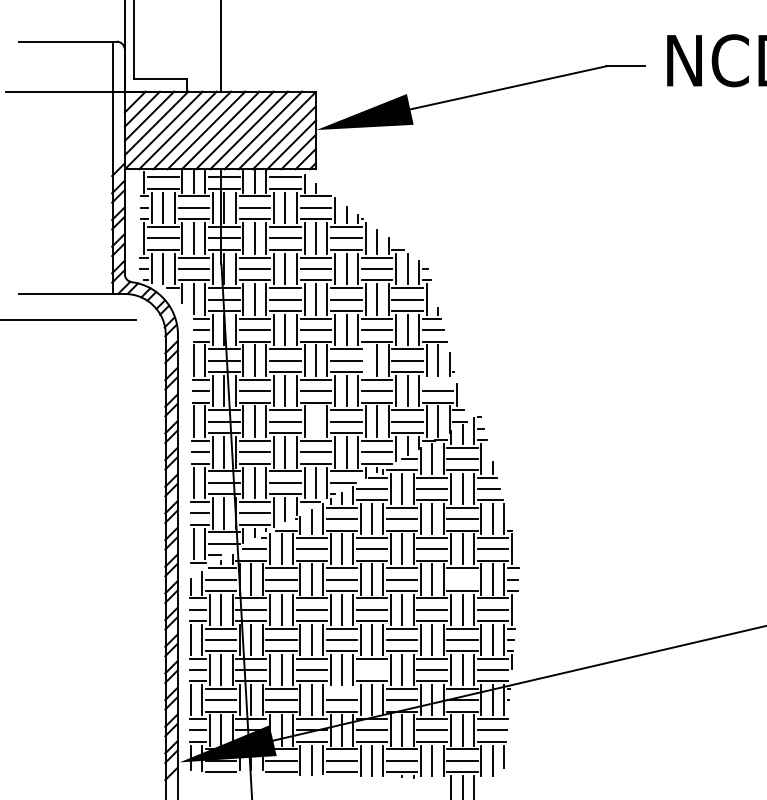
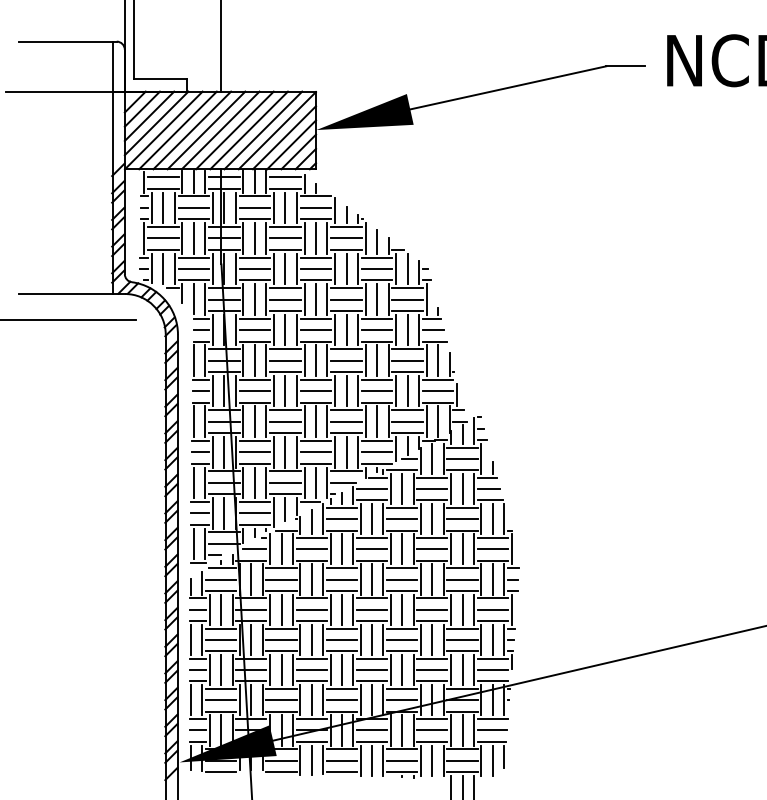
line at (365, 360): none -> present
line at (437, 379): none -> present
line at (315, 421): none -> present
line at (462, 579): none -> present
line at (371, 670): none -> present
line at (341, 688): none -> present
